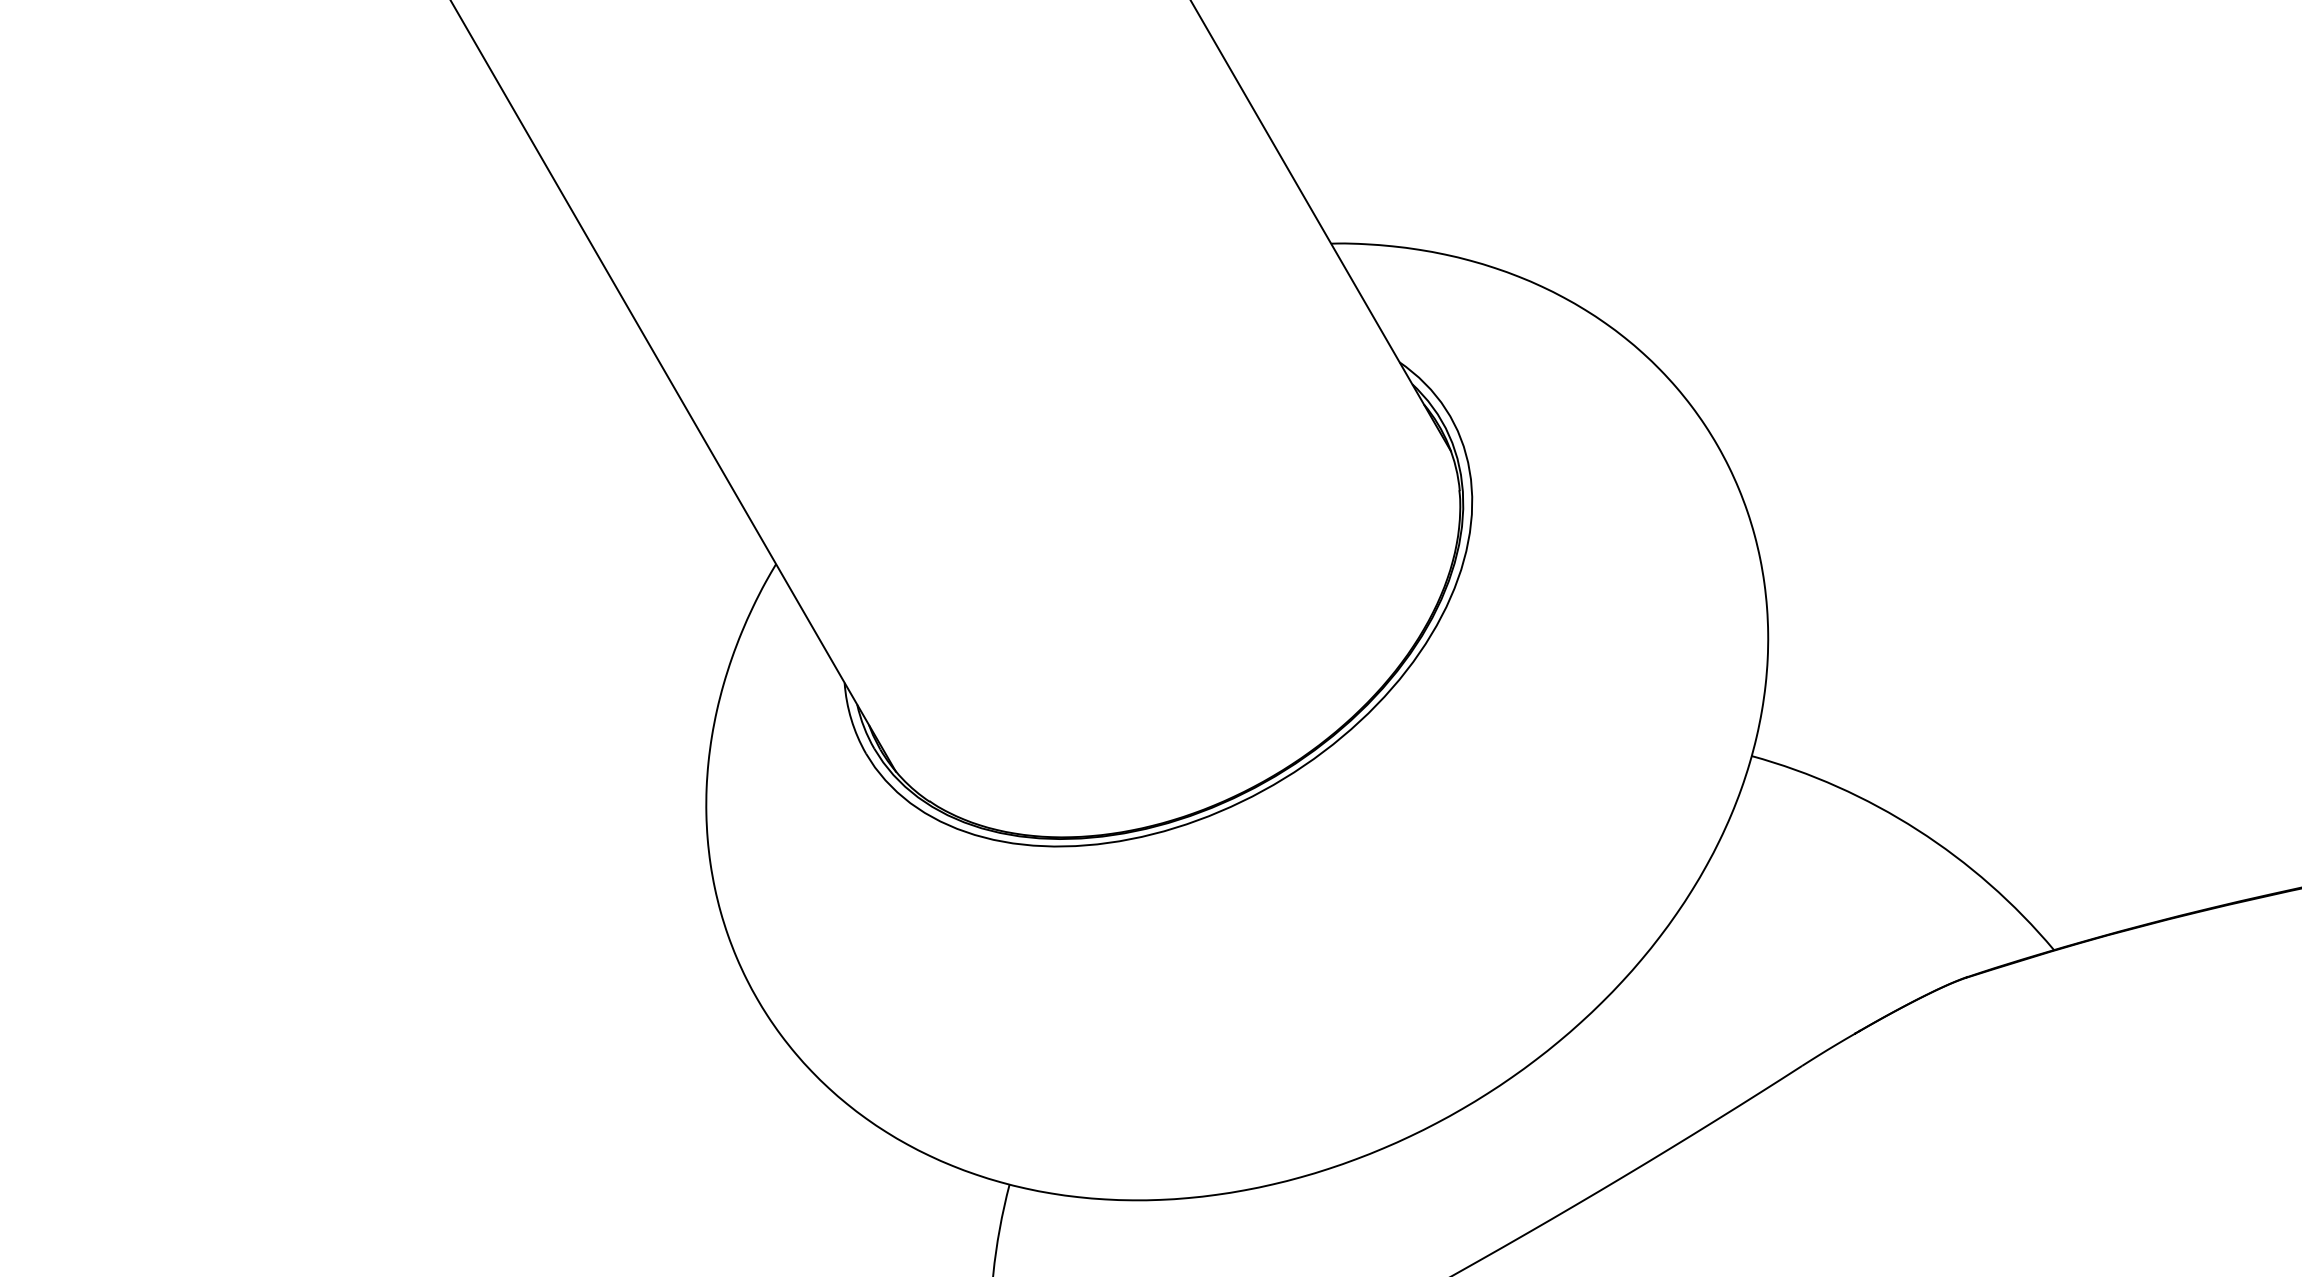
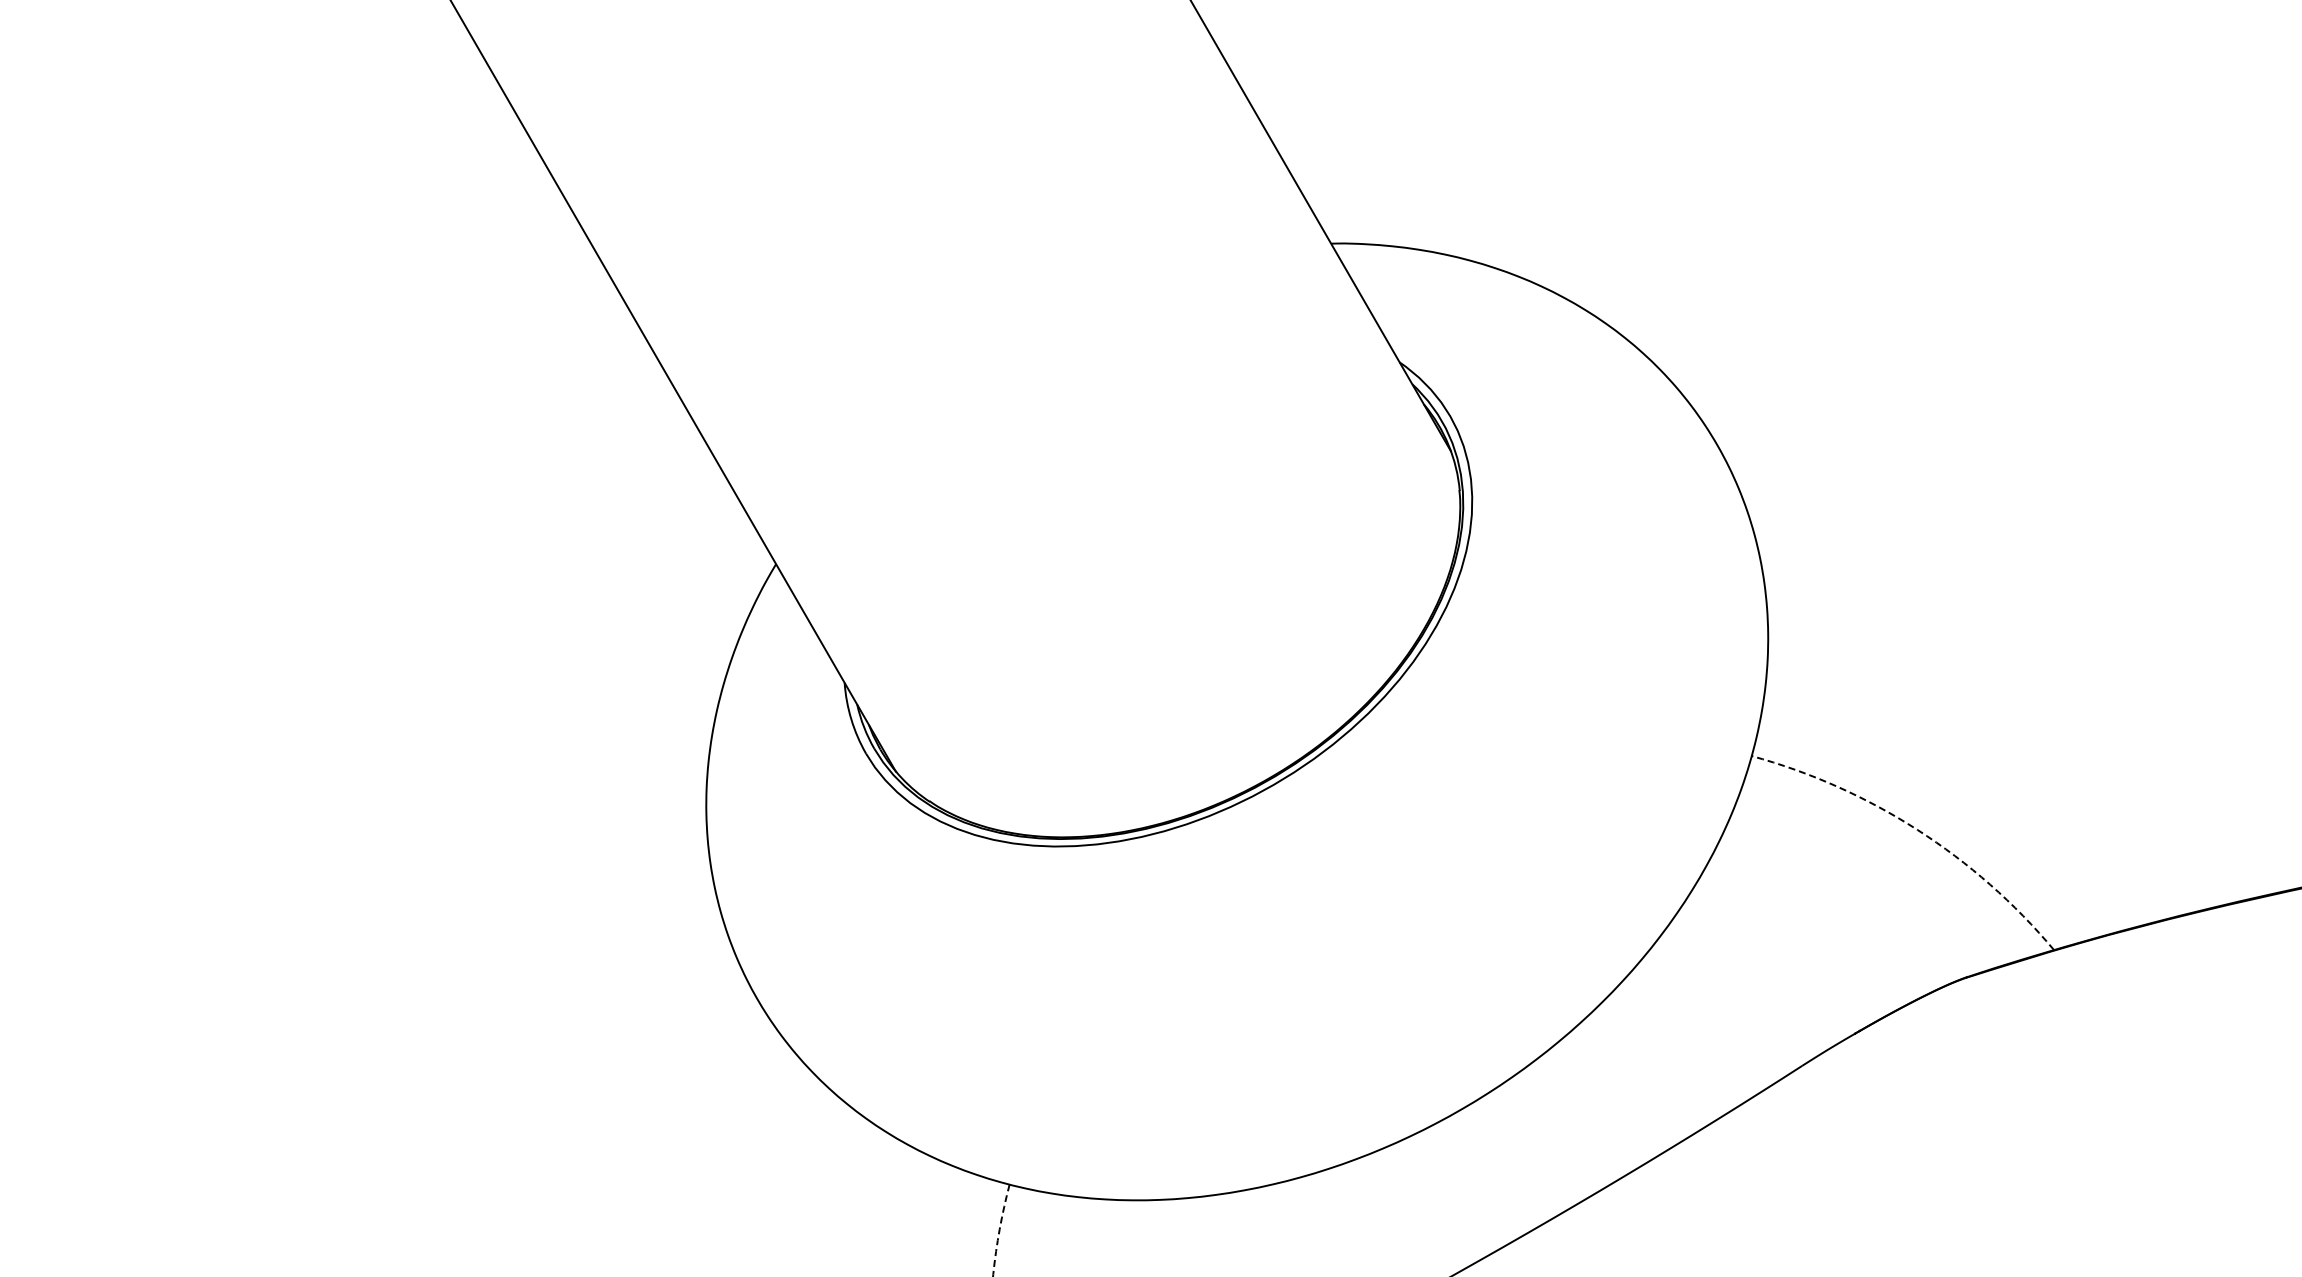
arc at (1917, 829): solid -> dashed
arc at (999, 1230): solid -> dashed
